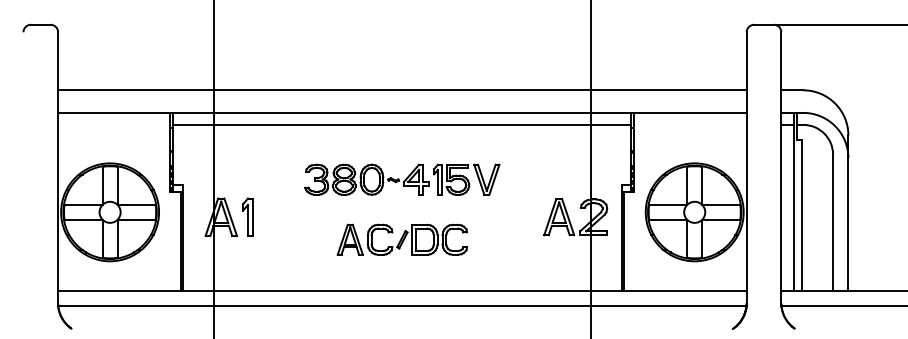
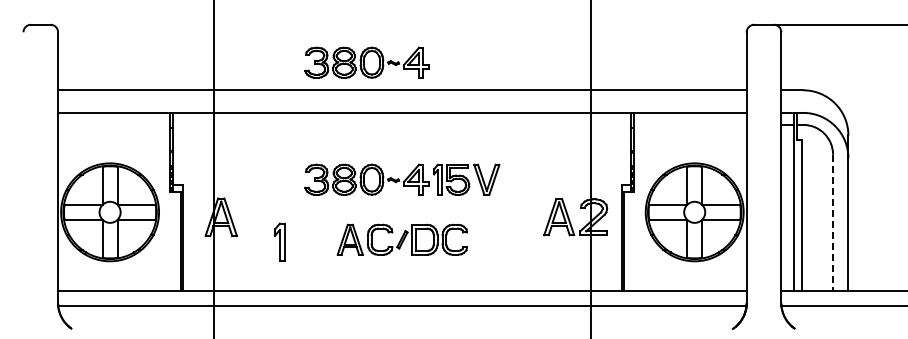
part at (366, 62): none -> present
line at (402, 124): present -> none
part at (247, 216) position: (247, 216) -> (279, 241)
line at (833, 222): solid -> dashed
